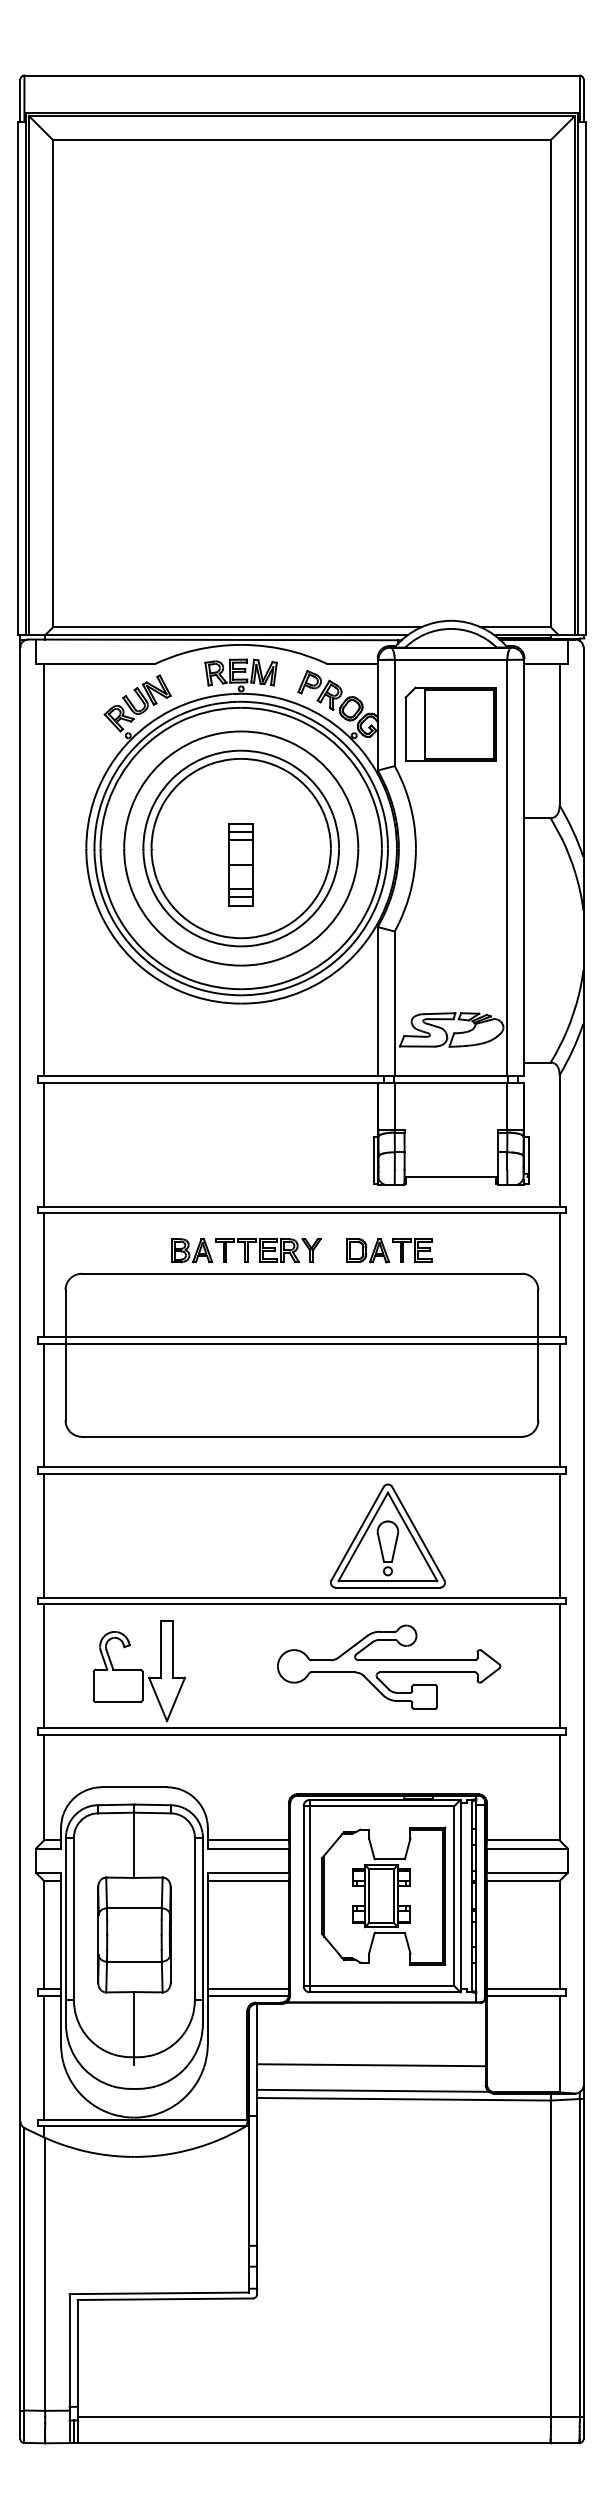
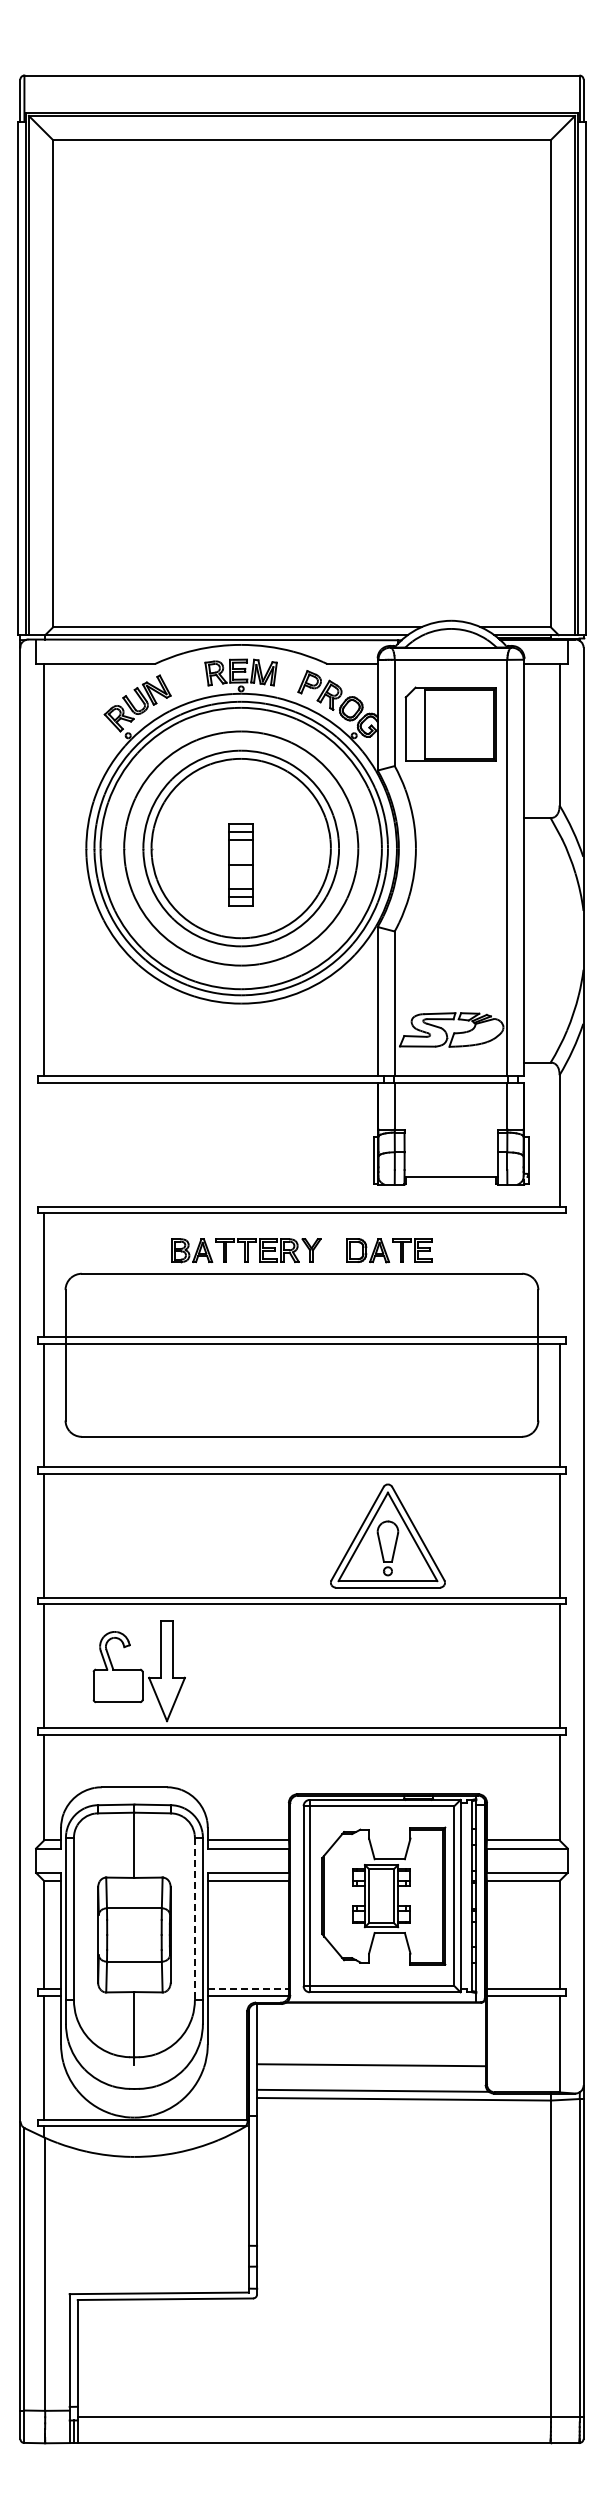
line at (44, 1144): present -> none
line at (559, 1275): present -> none
part at (389, 1666): present -> none
line at (194, 1919): solid -> dashed
line at (248, 1989): solid -> dashed
